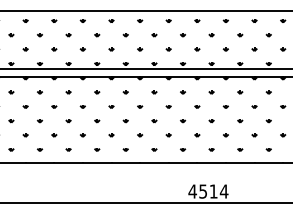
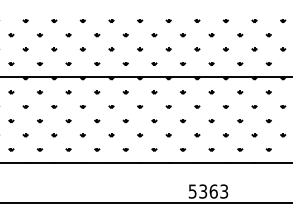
line at (145, 11): present -> none
line at (145, 69): present -> none
text at (208, 191): 4514 -> 5363
